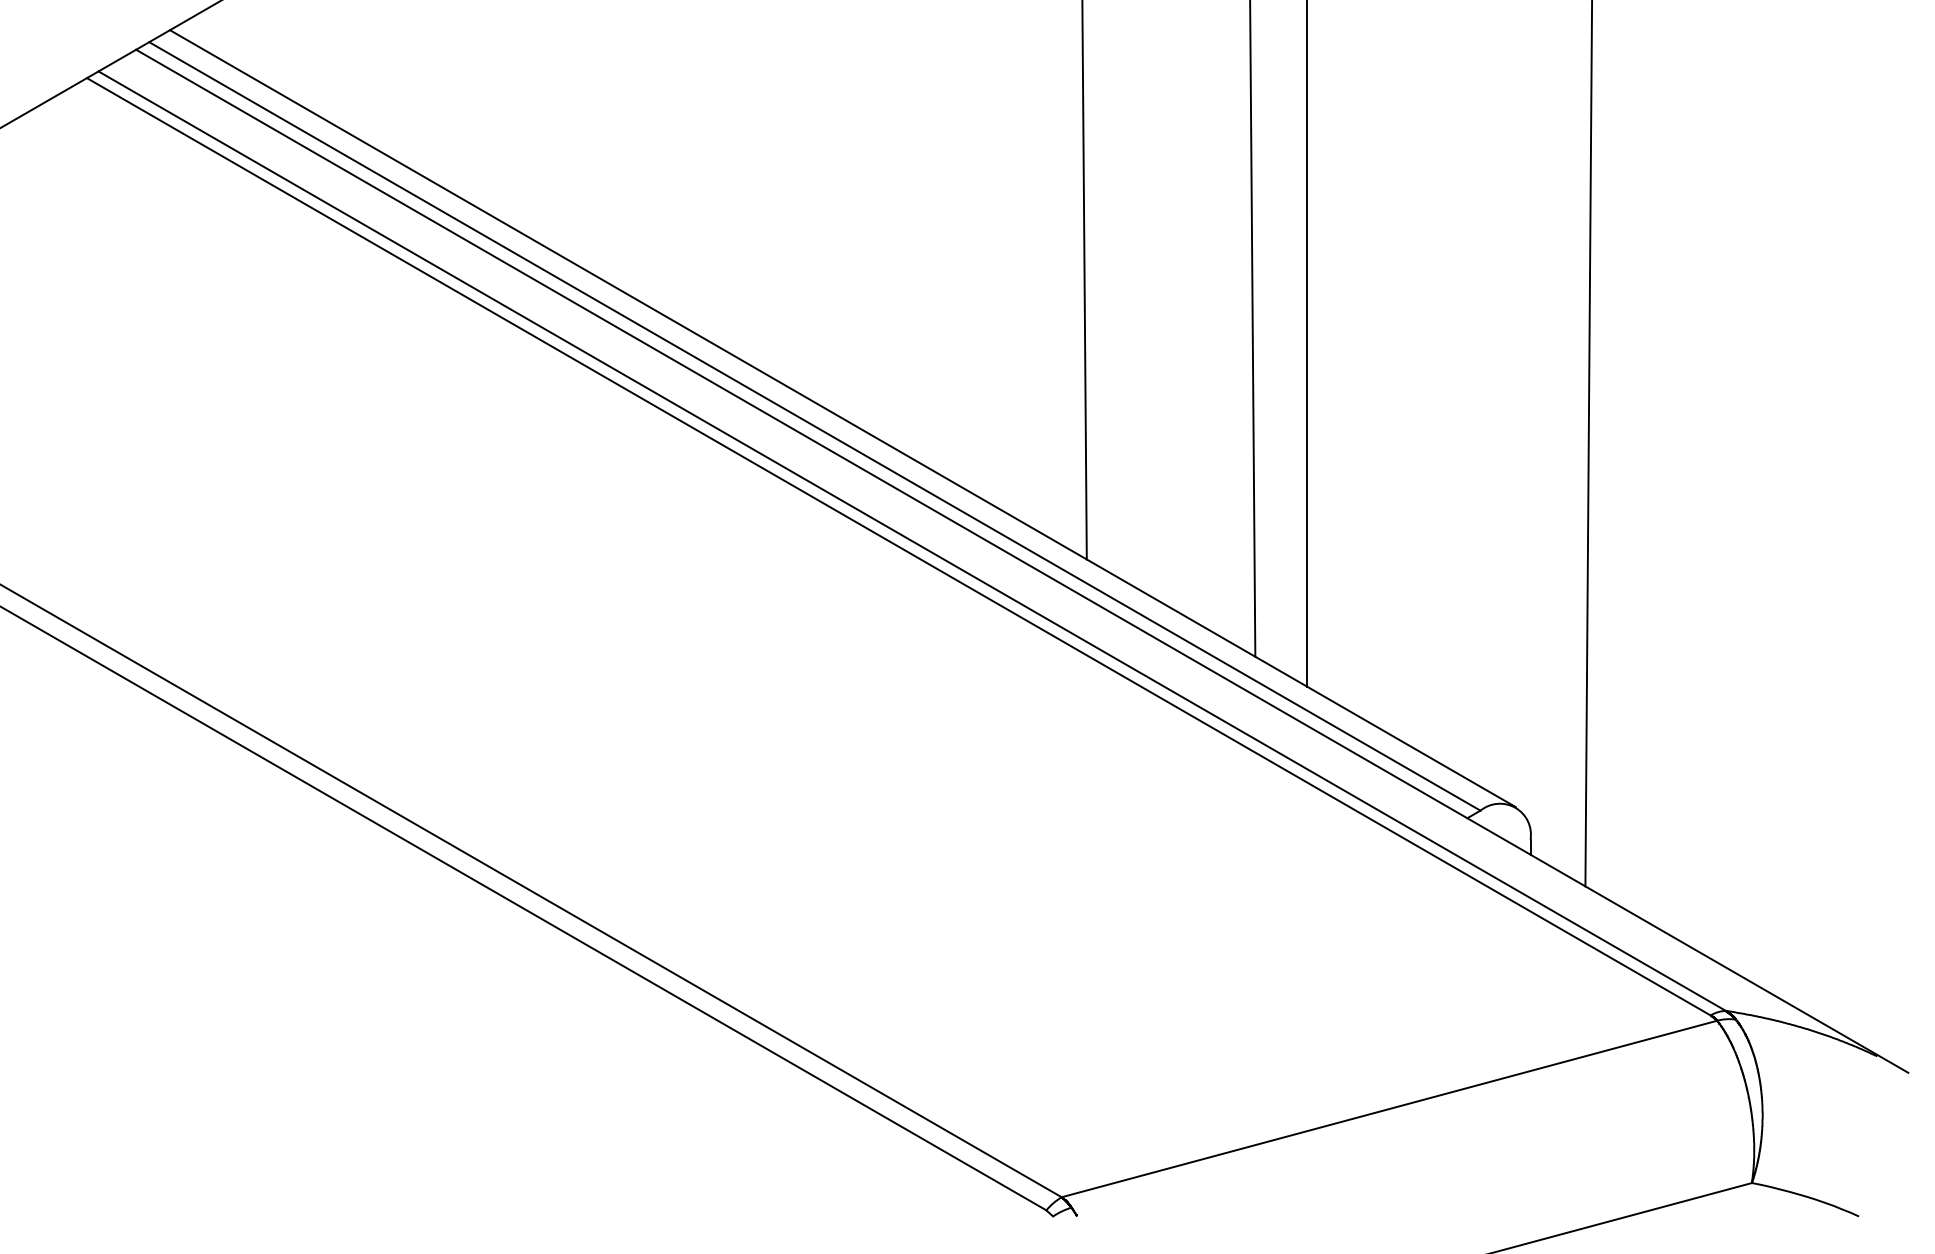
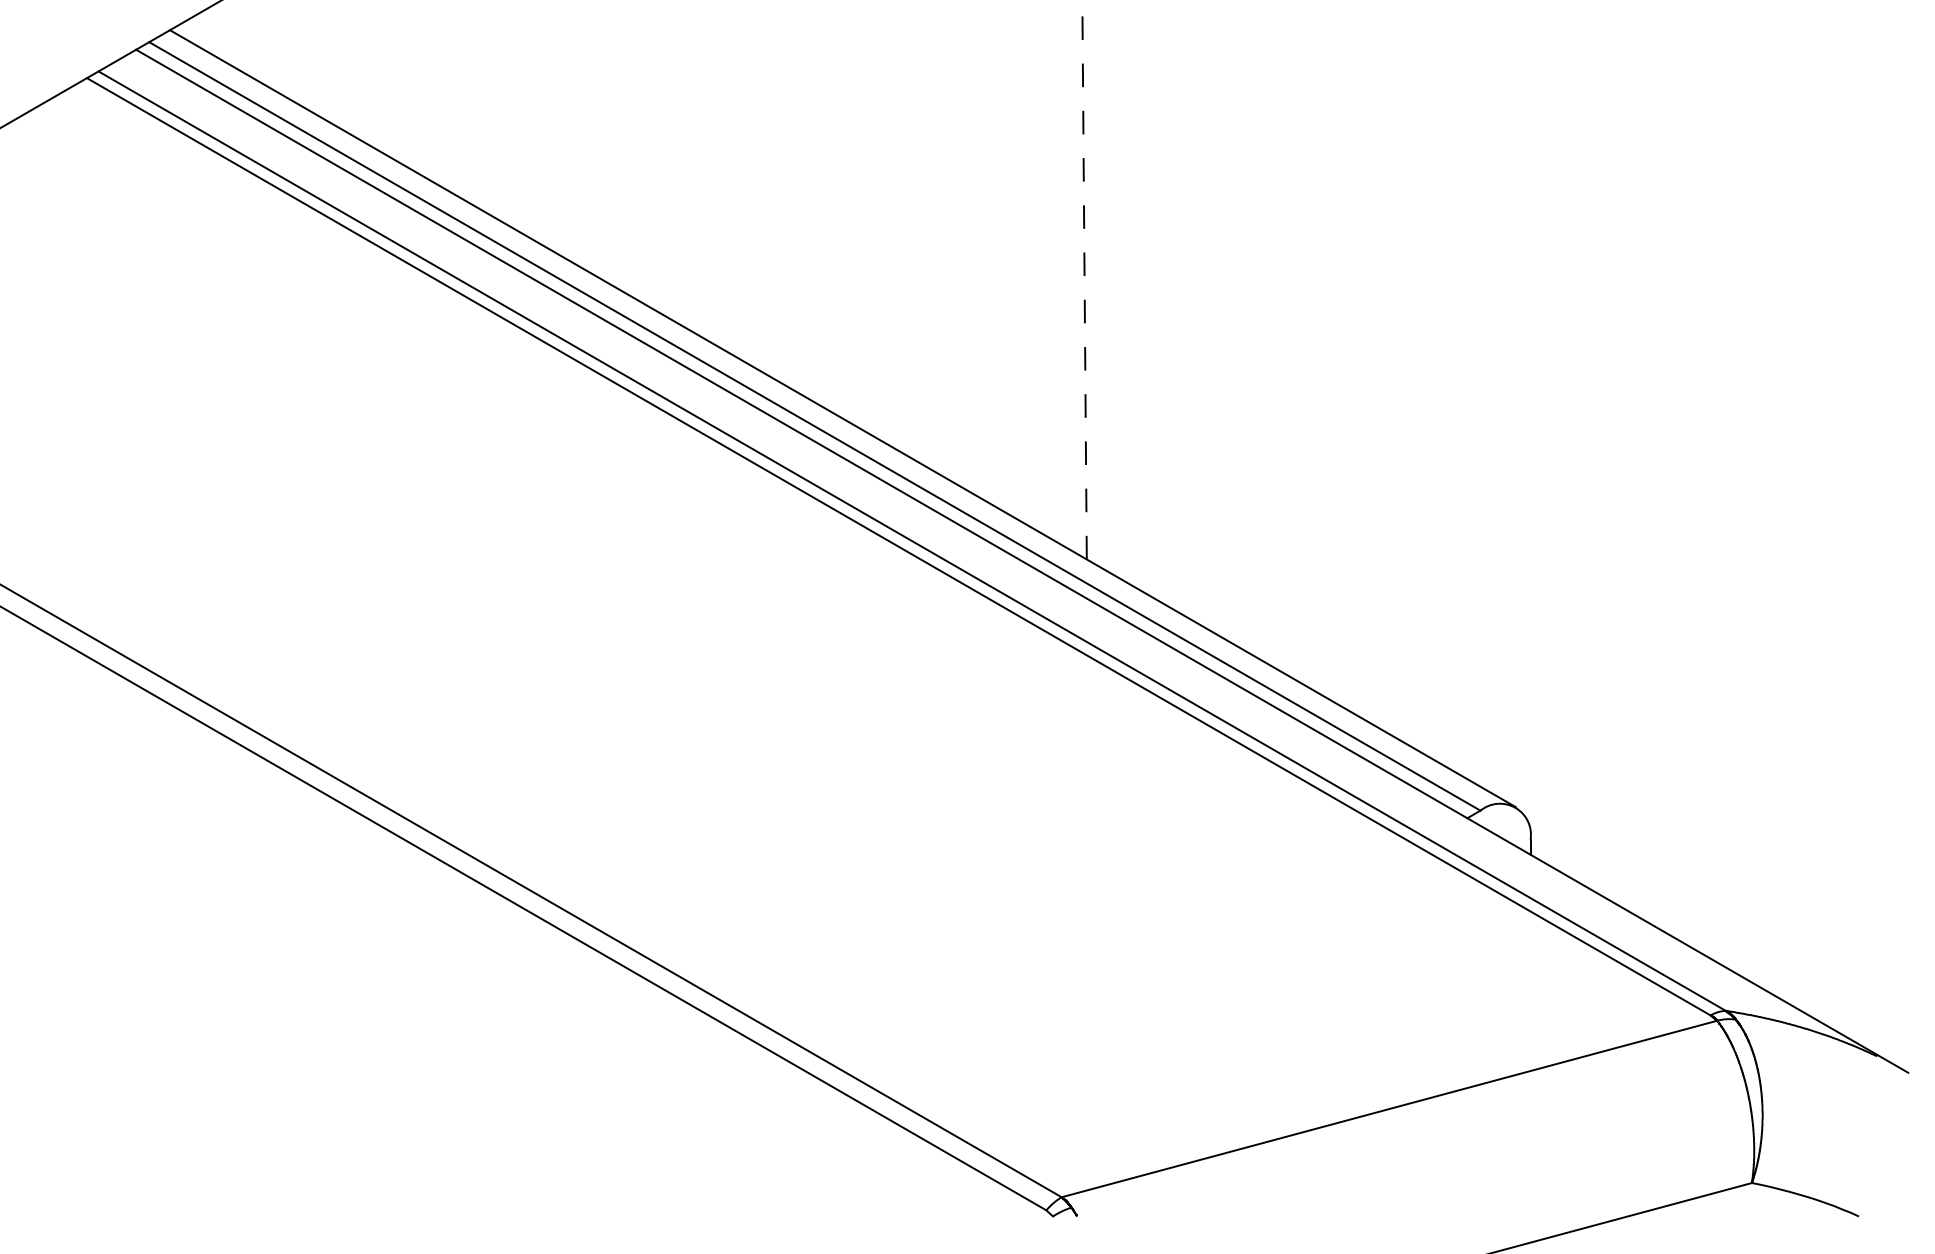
line at (1084, 279): solid -> dashed
line at (1252, 329): present -> none
line at (1307, 344): present -> none
line at (1588, 444): present -> none
